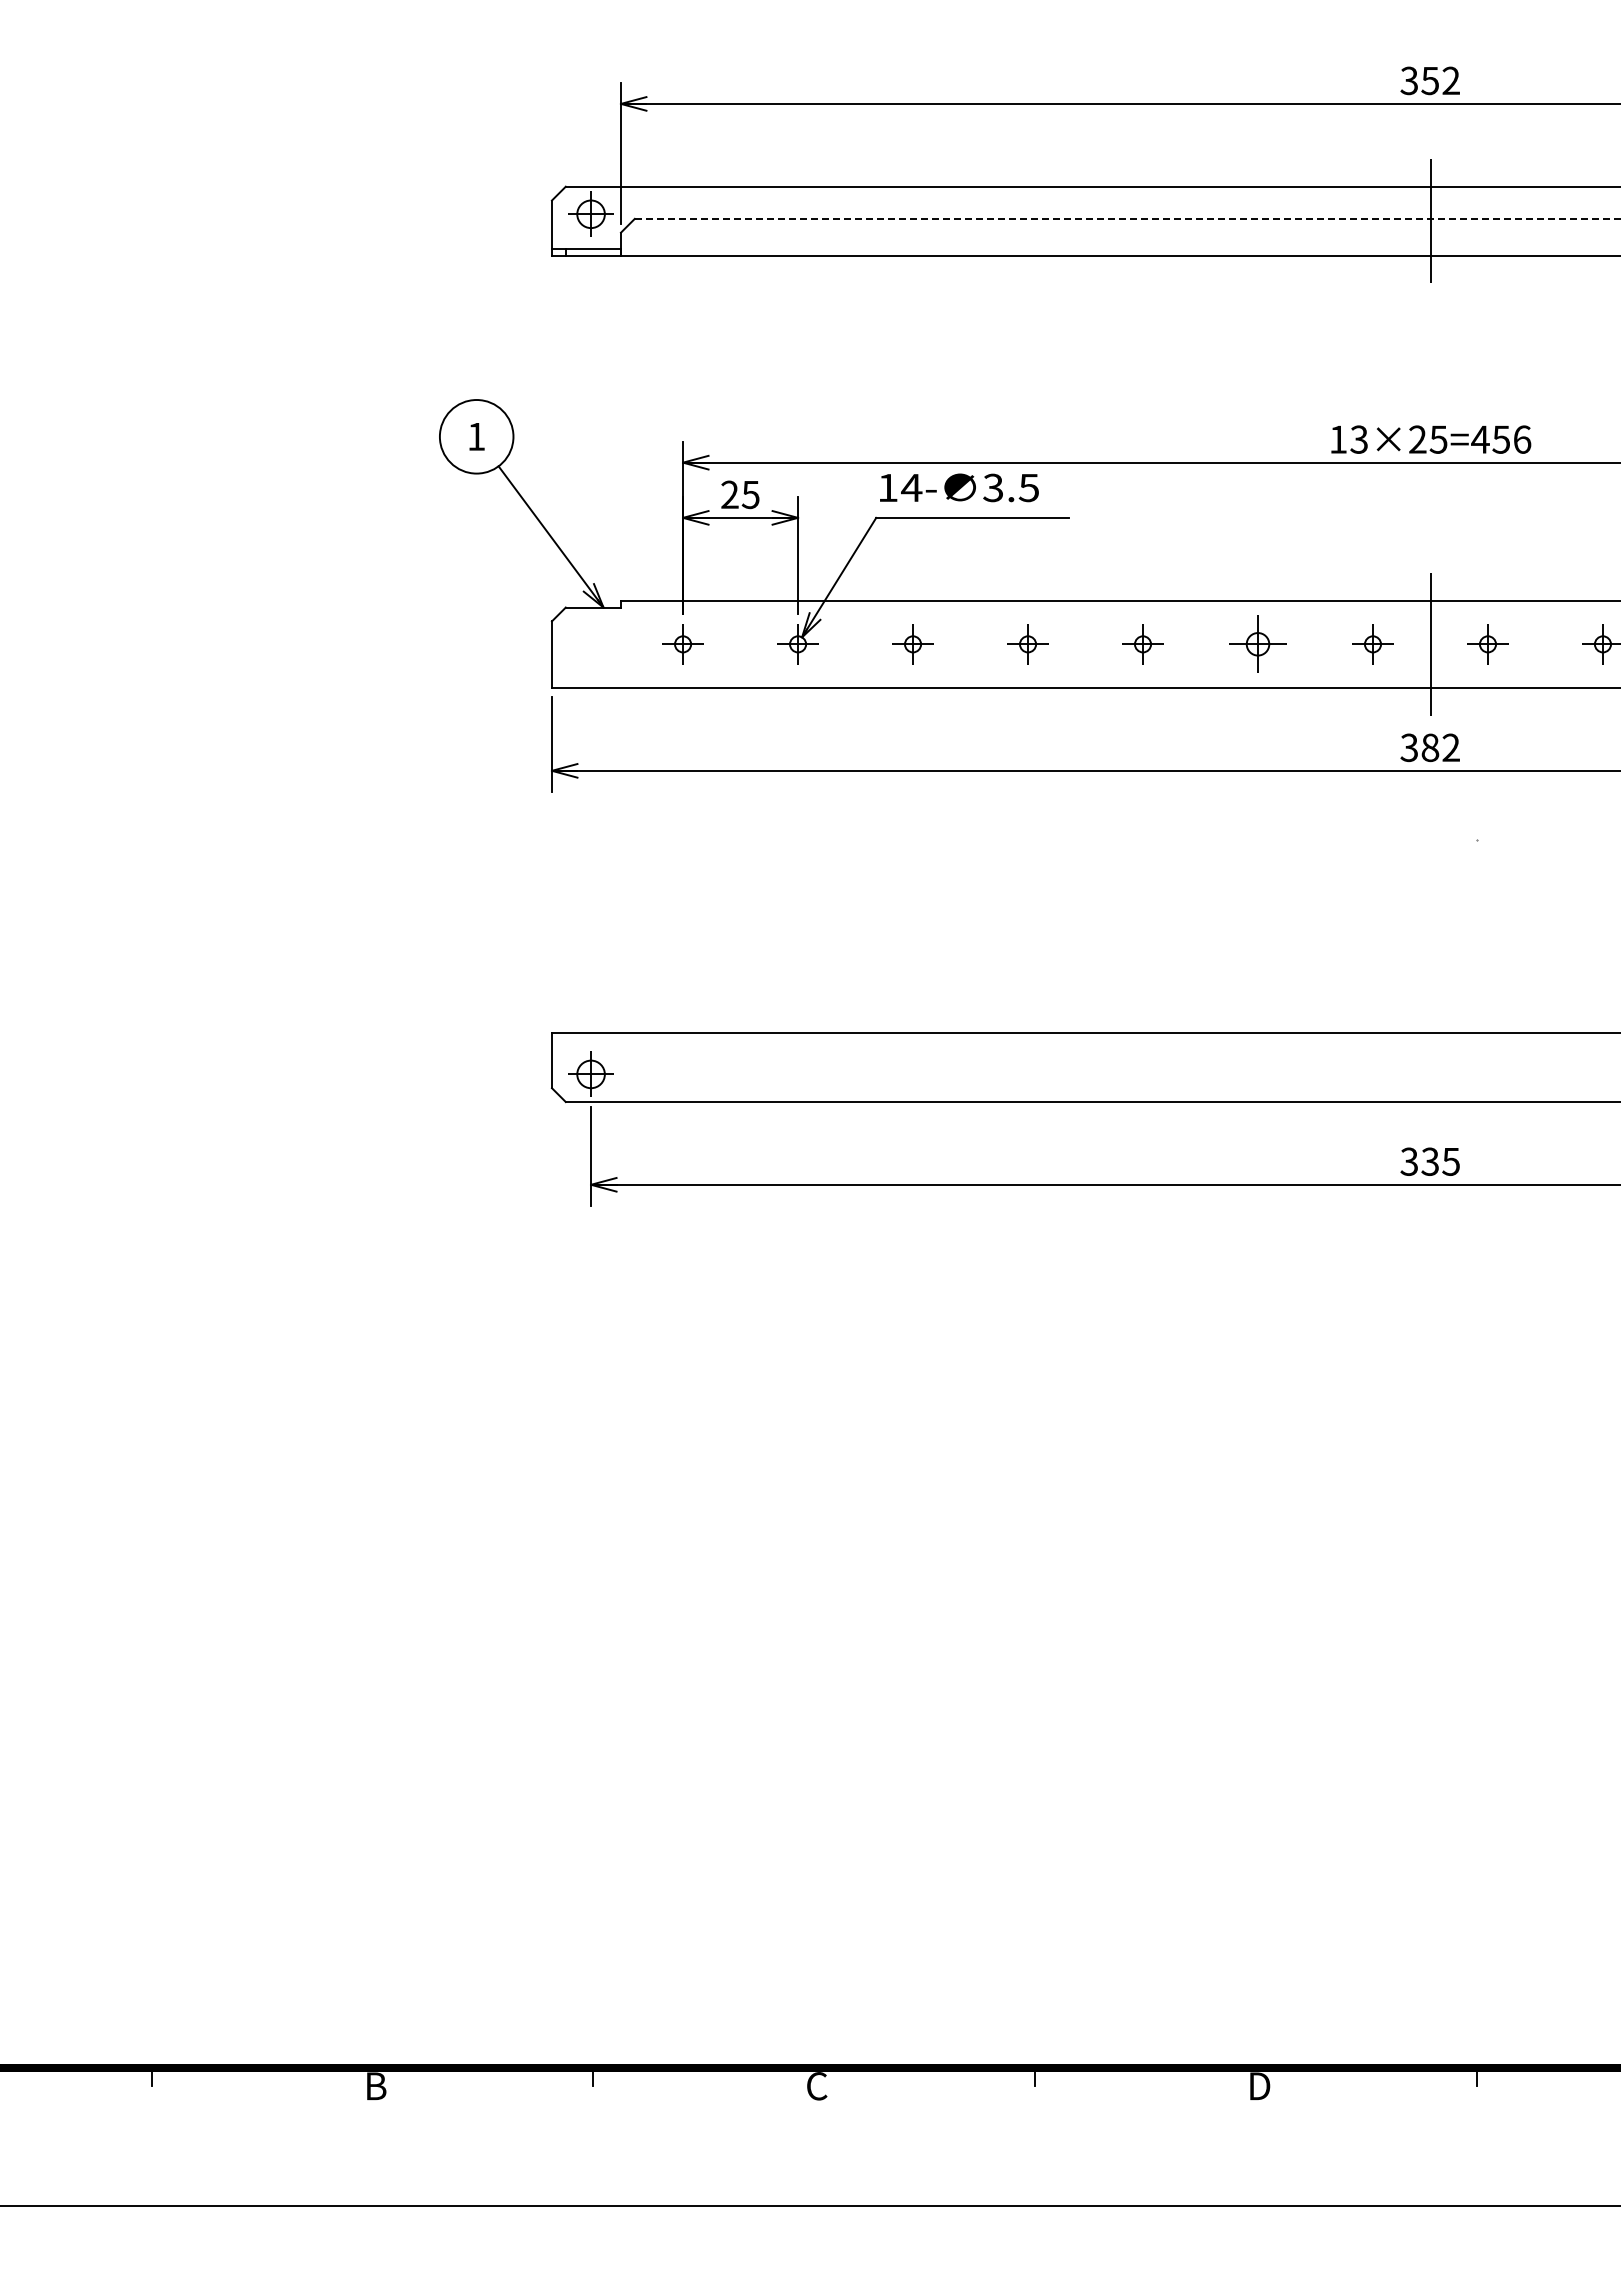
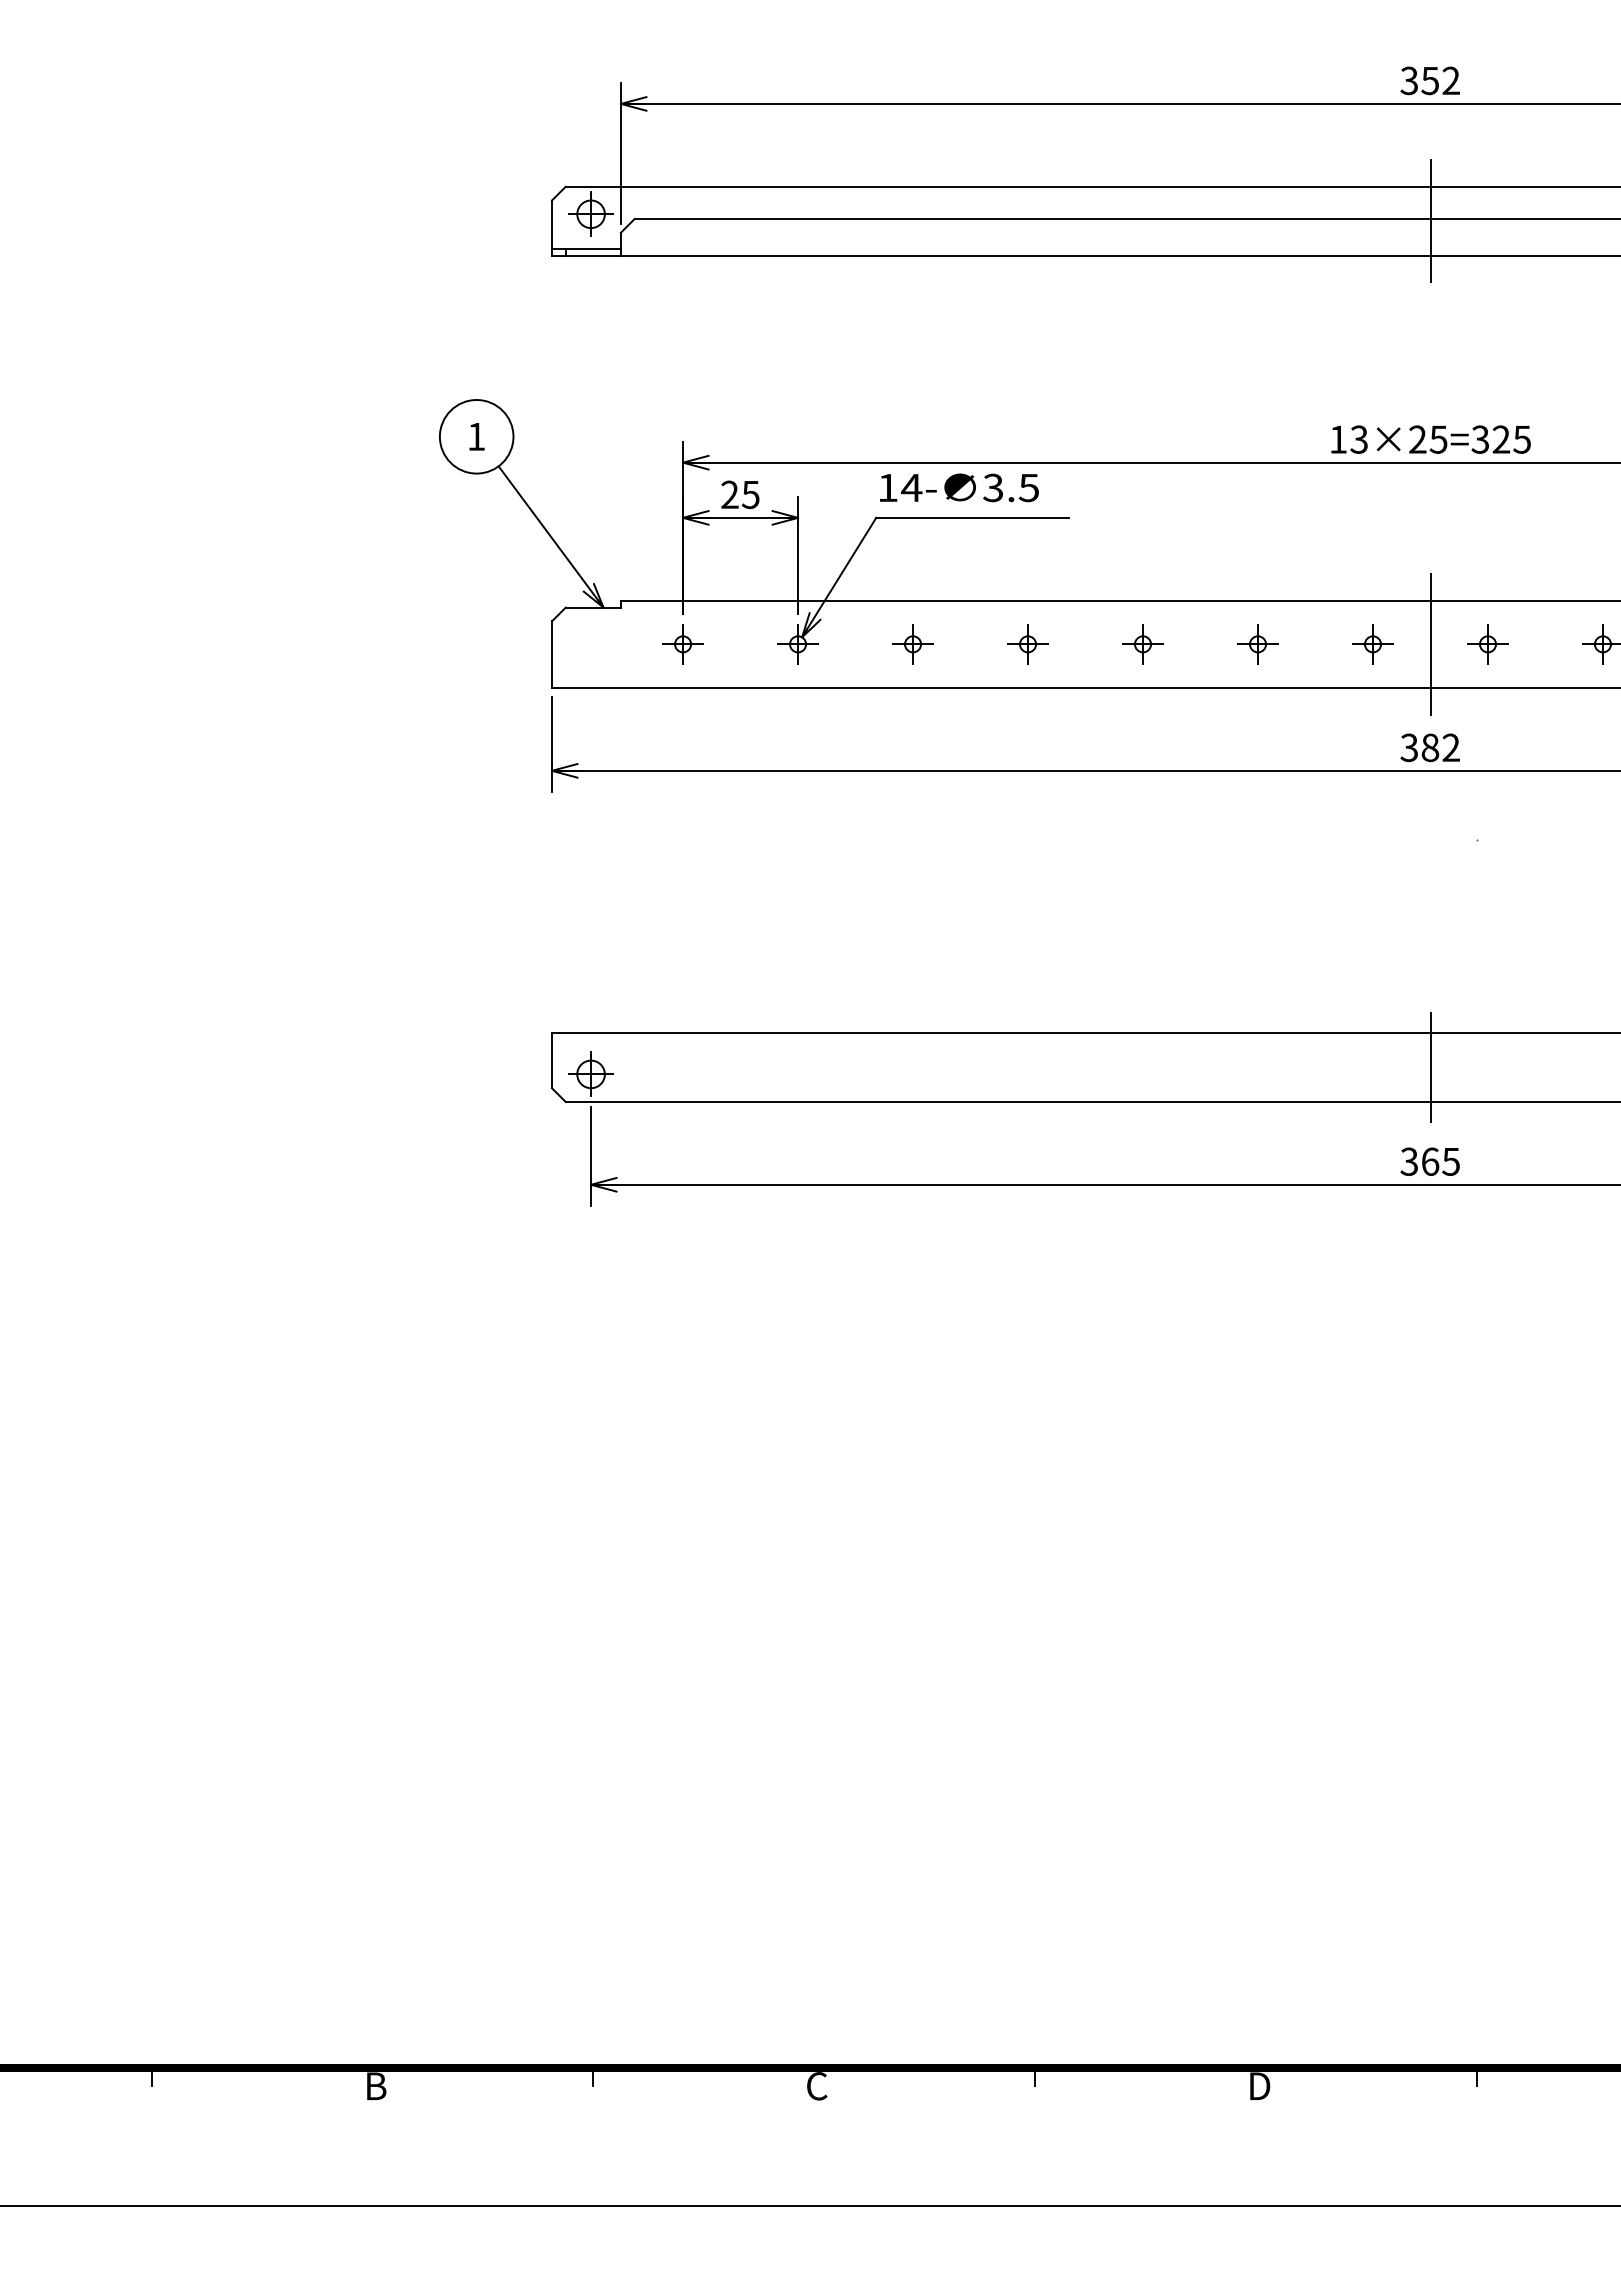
line at (1127, 218): dashed -> solid
text at (1501, 439): 13×25=456 -> 13×25=325
part at (1257, 643) size: 58x58 px -> 42x41 px
line at (1430, 1067): none -> present
text at (1430, 1161): 335 -> 365
